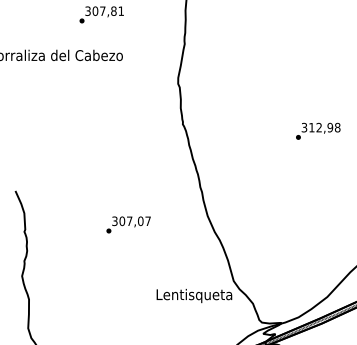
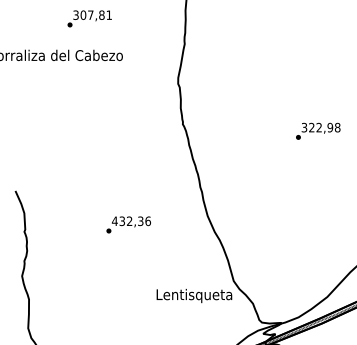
text at (101, 14) position: (101, 14) -> (89, 18)
text at (311, 127): 312,98 -> 322,98
text at (130, 221): 307,07 -> 432,36
